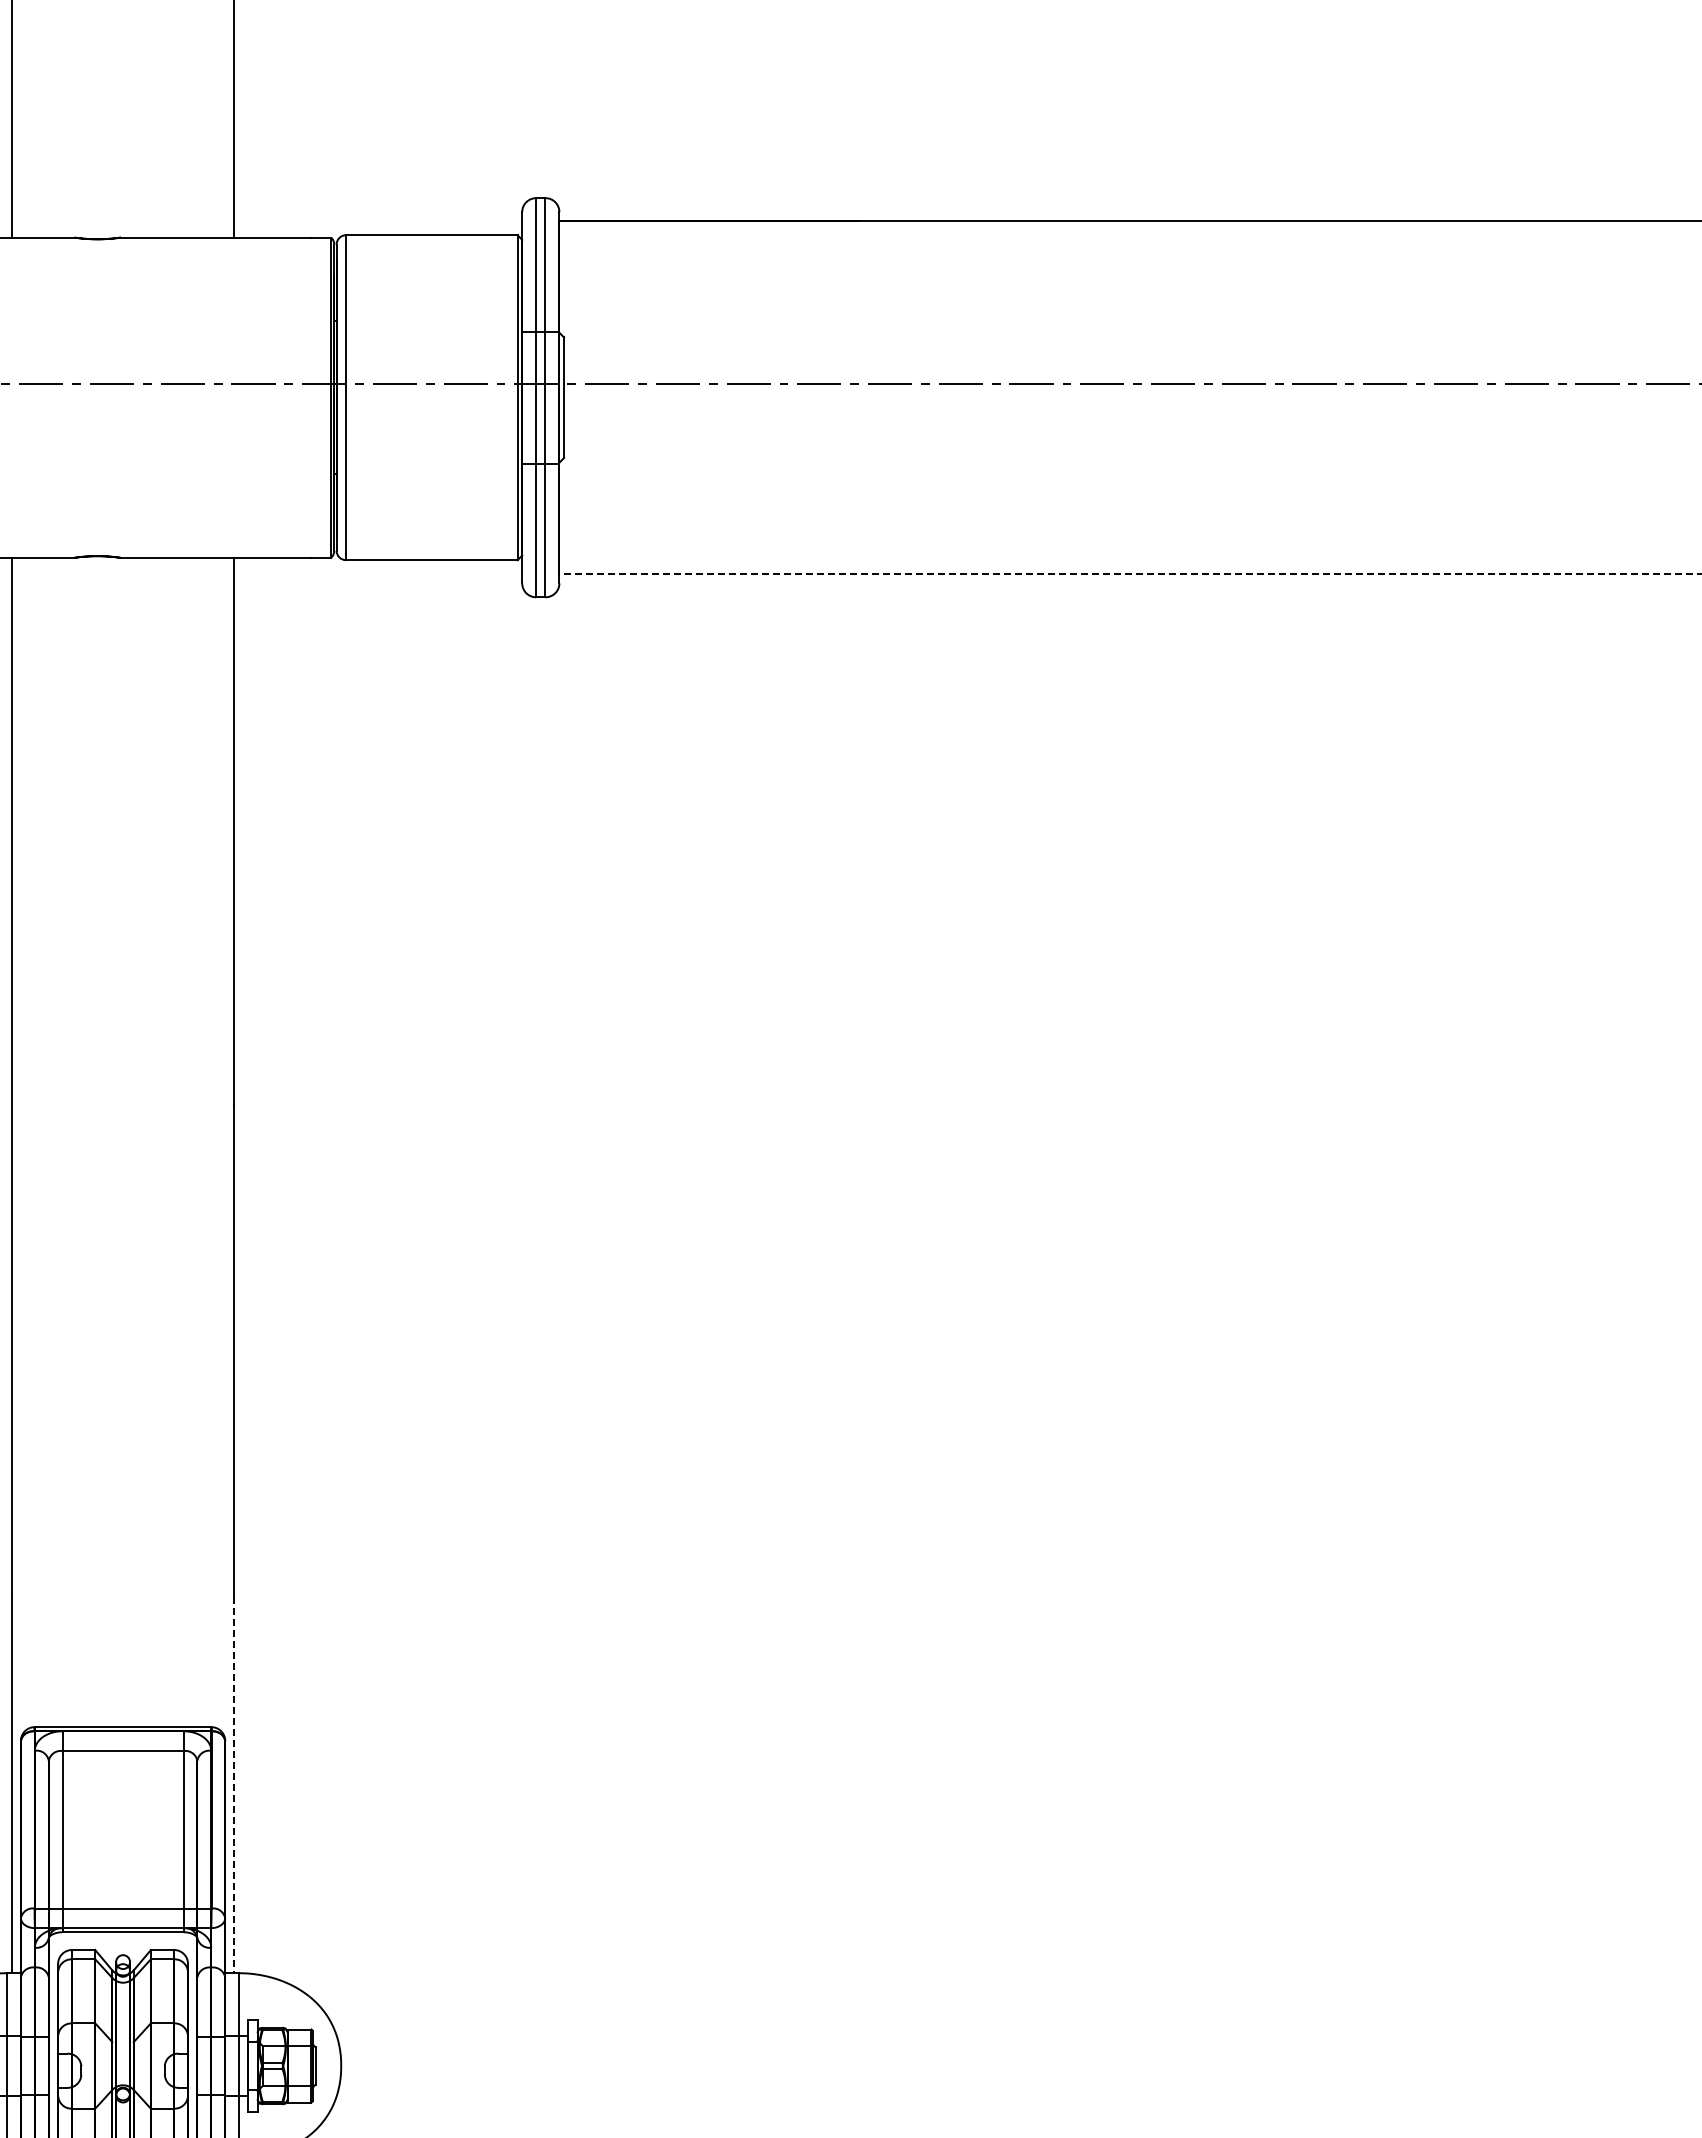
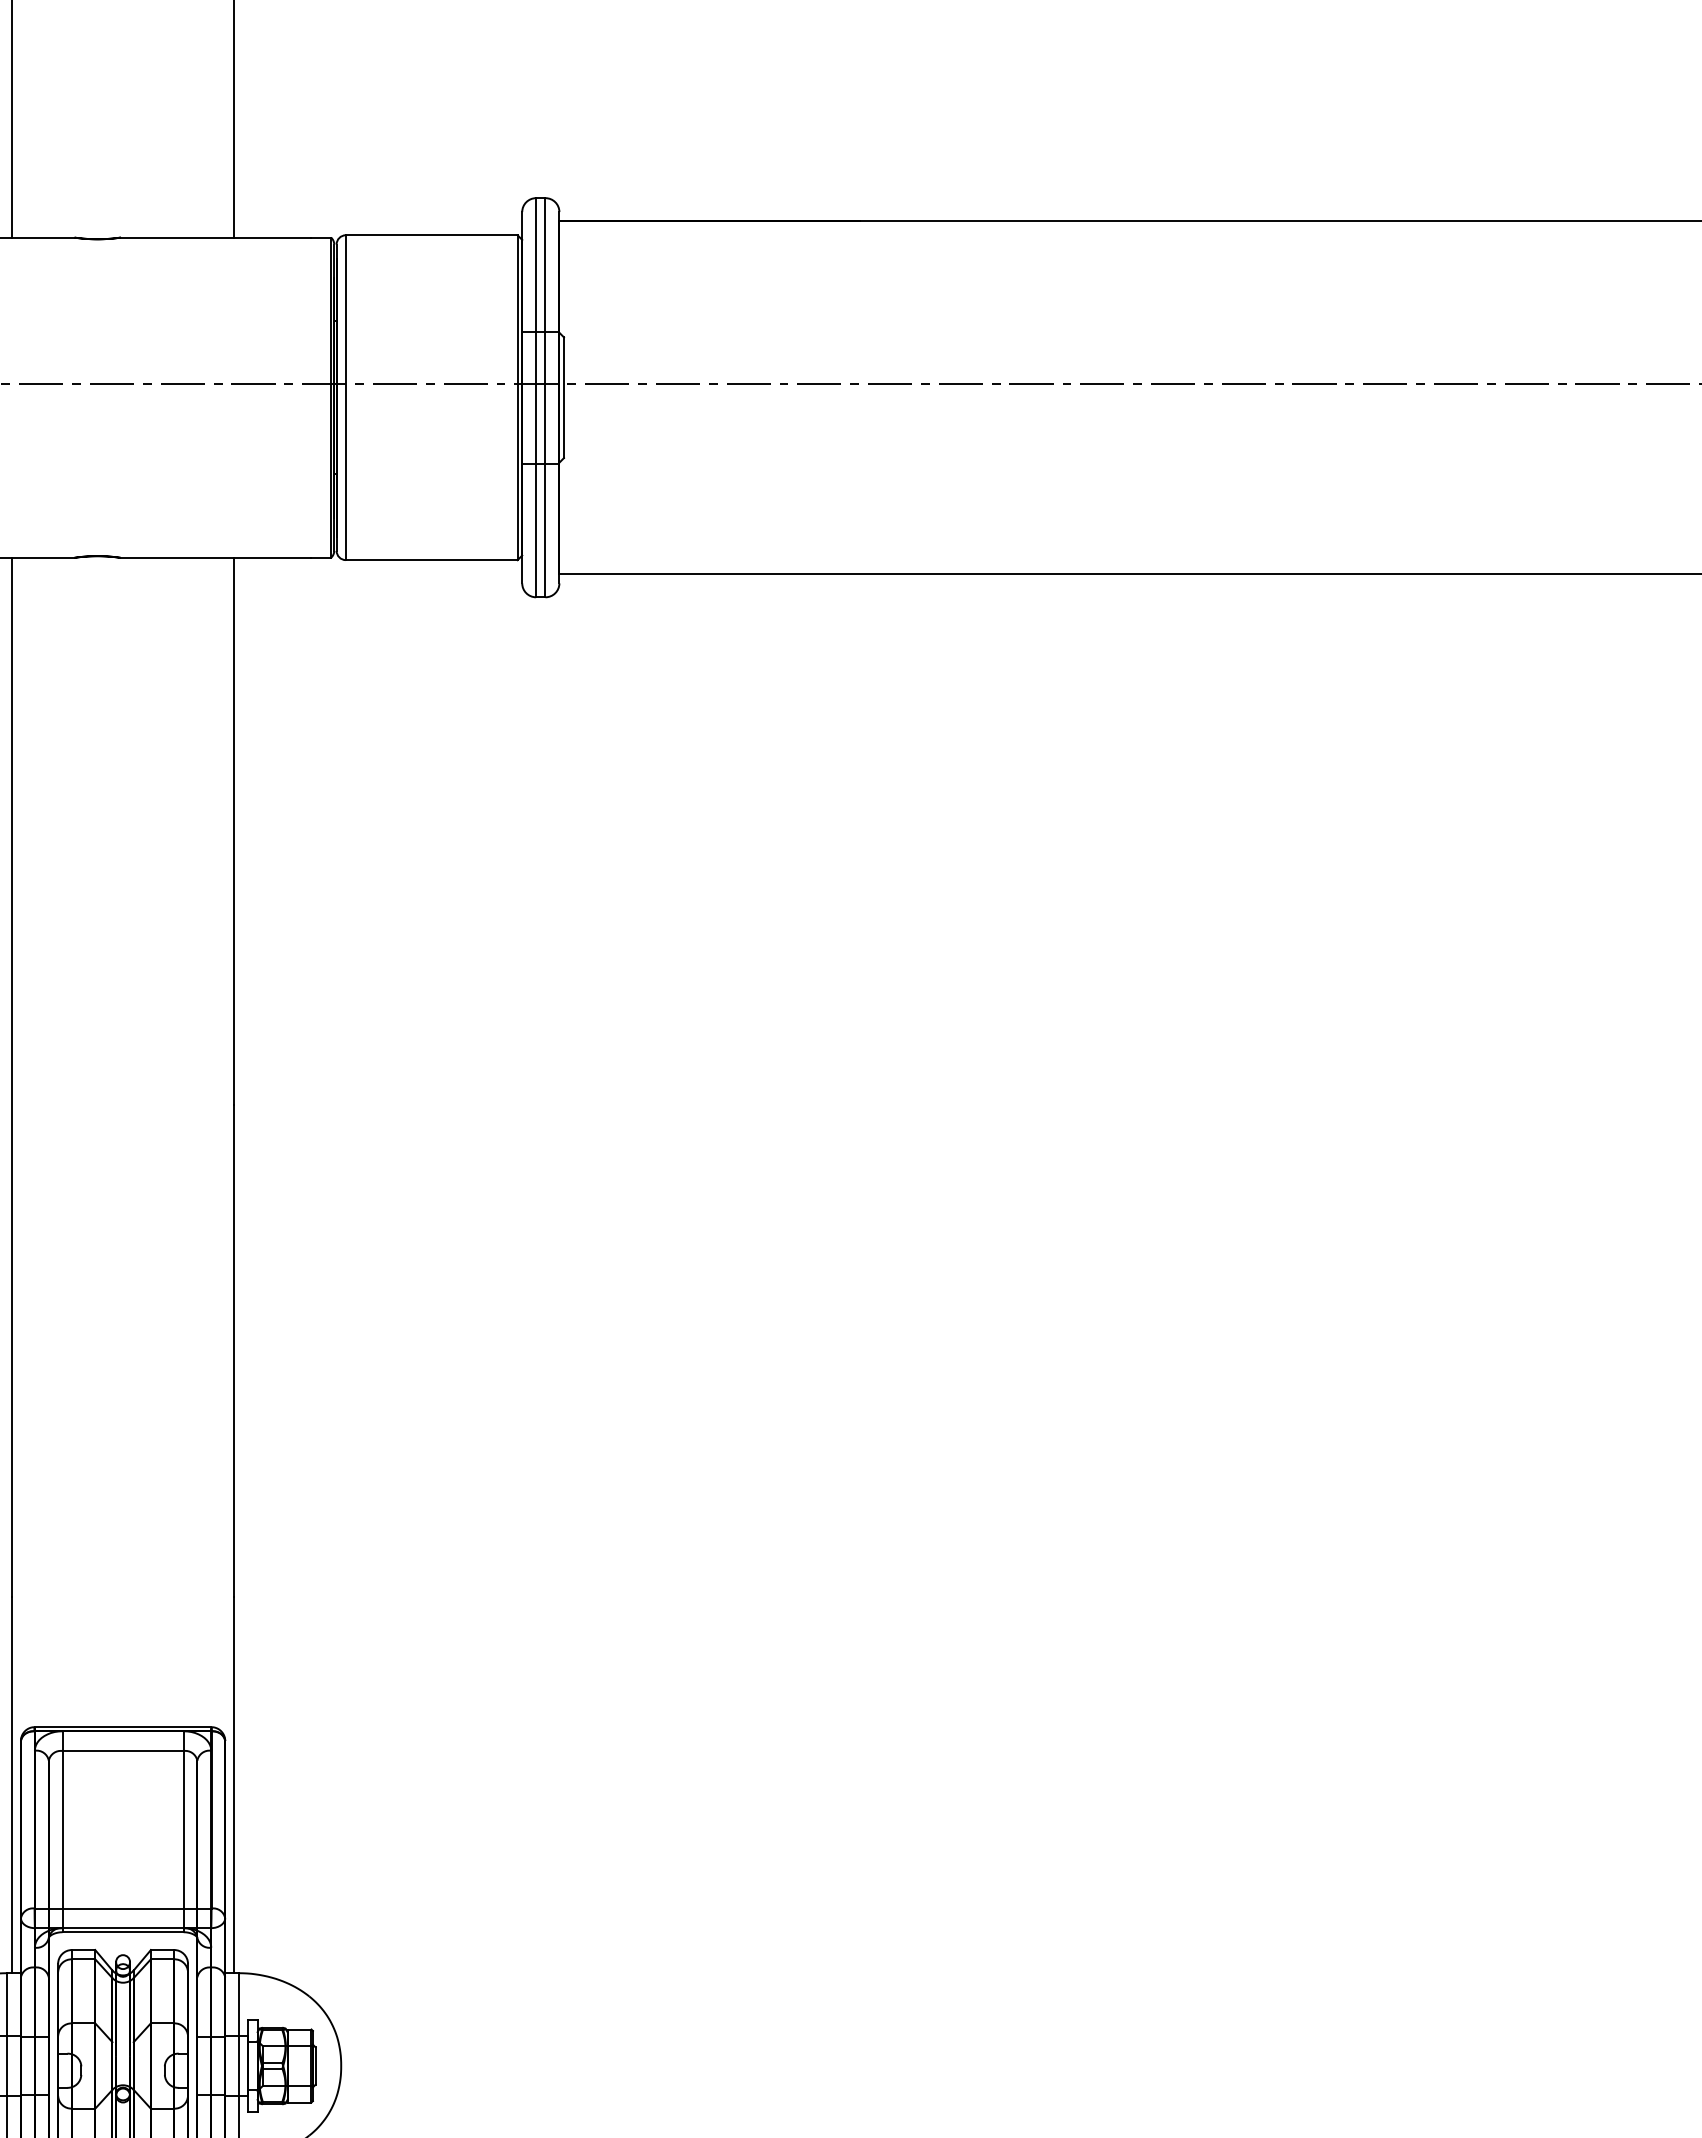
line at (1130, 574): dashed -> solid
line at (234, 1785): dashed -> solid
